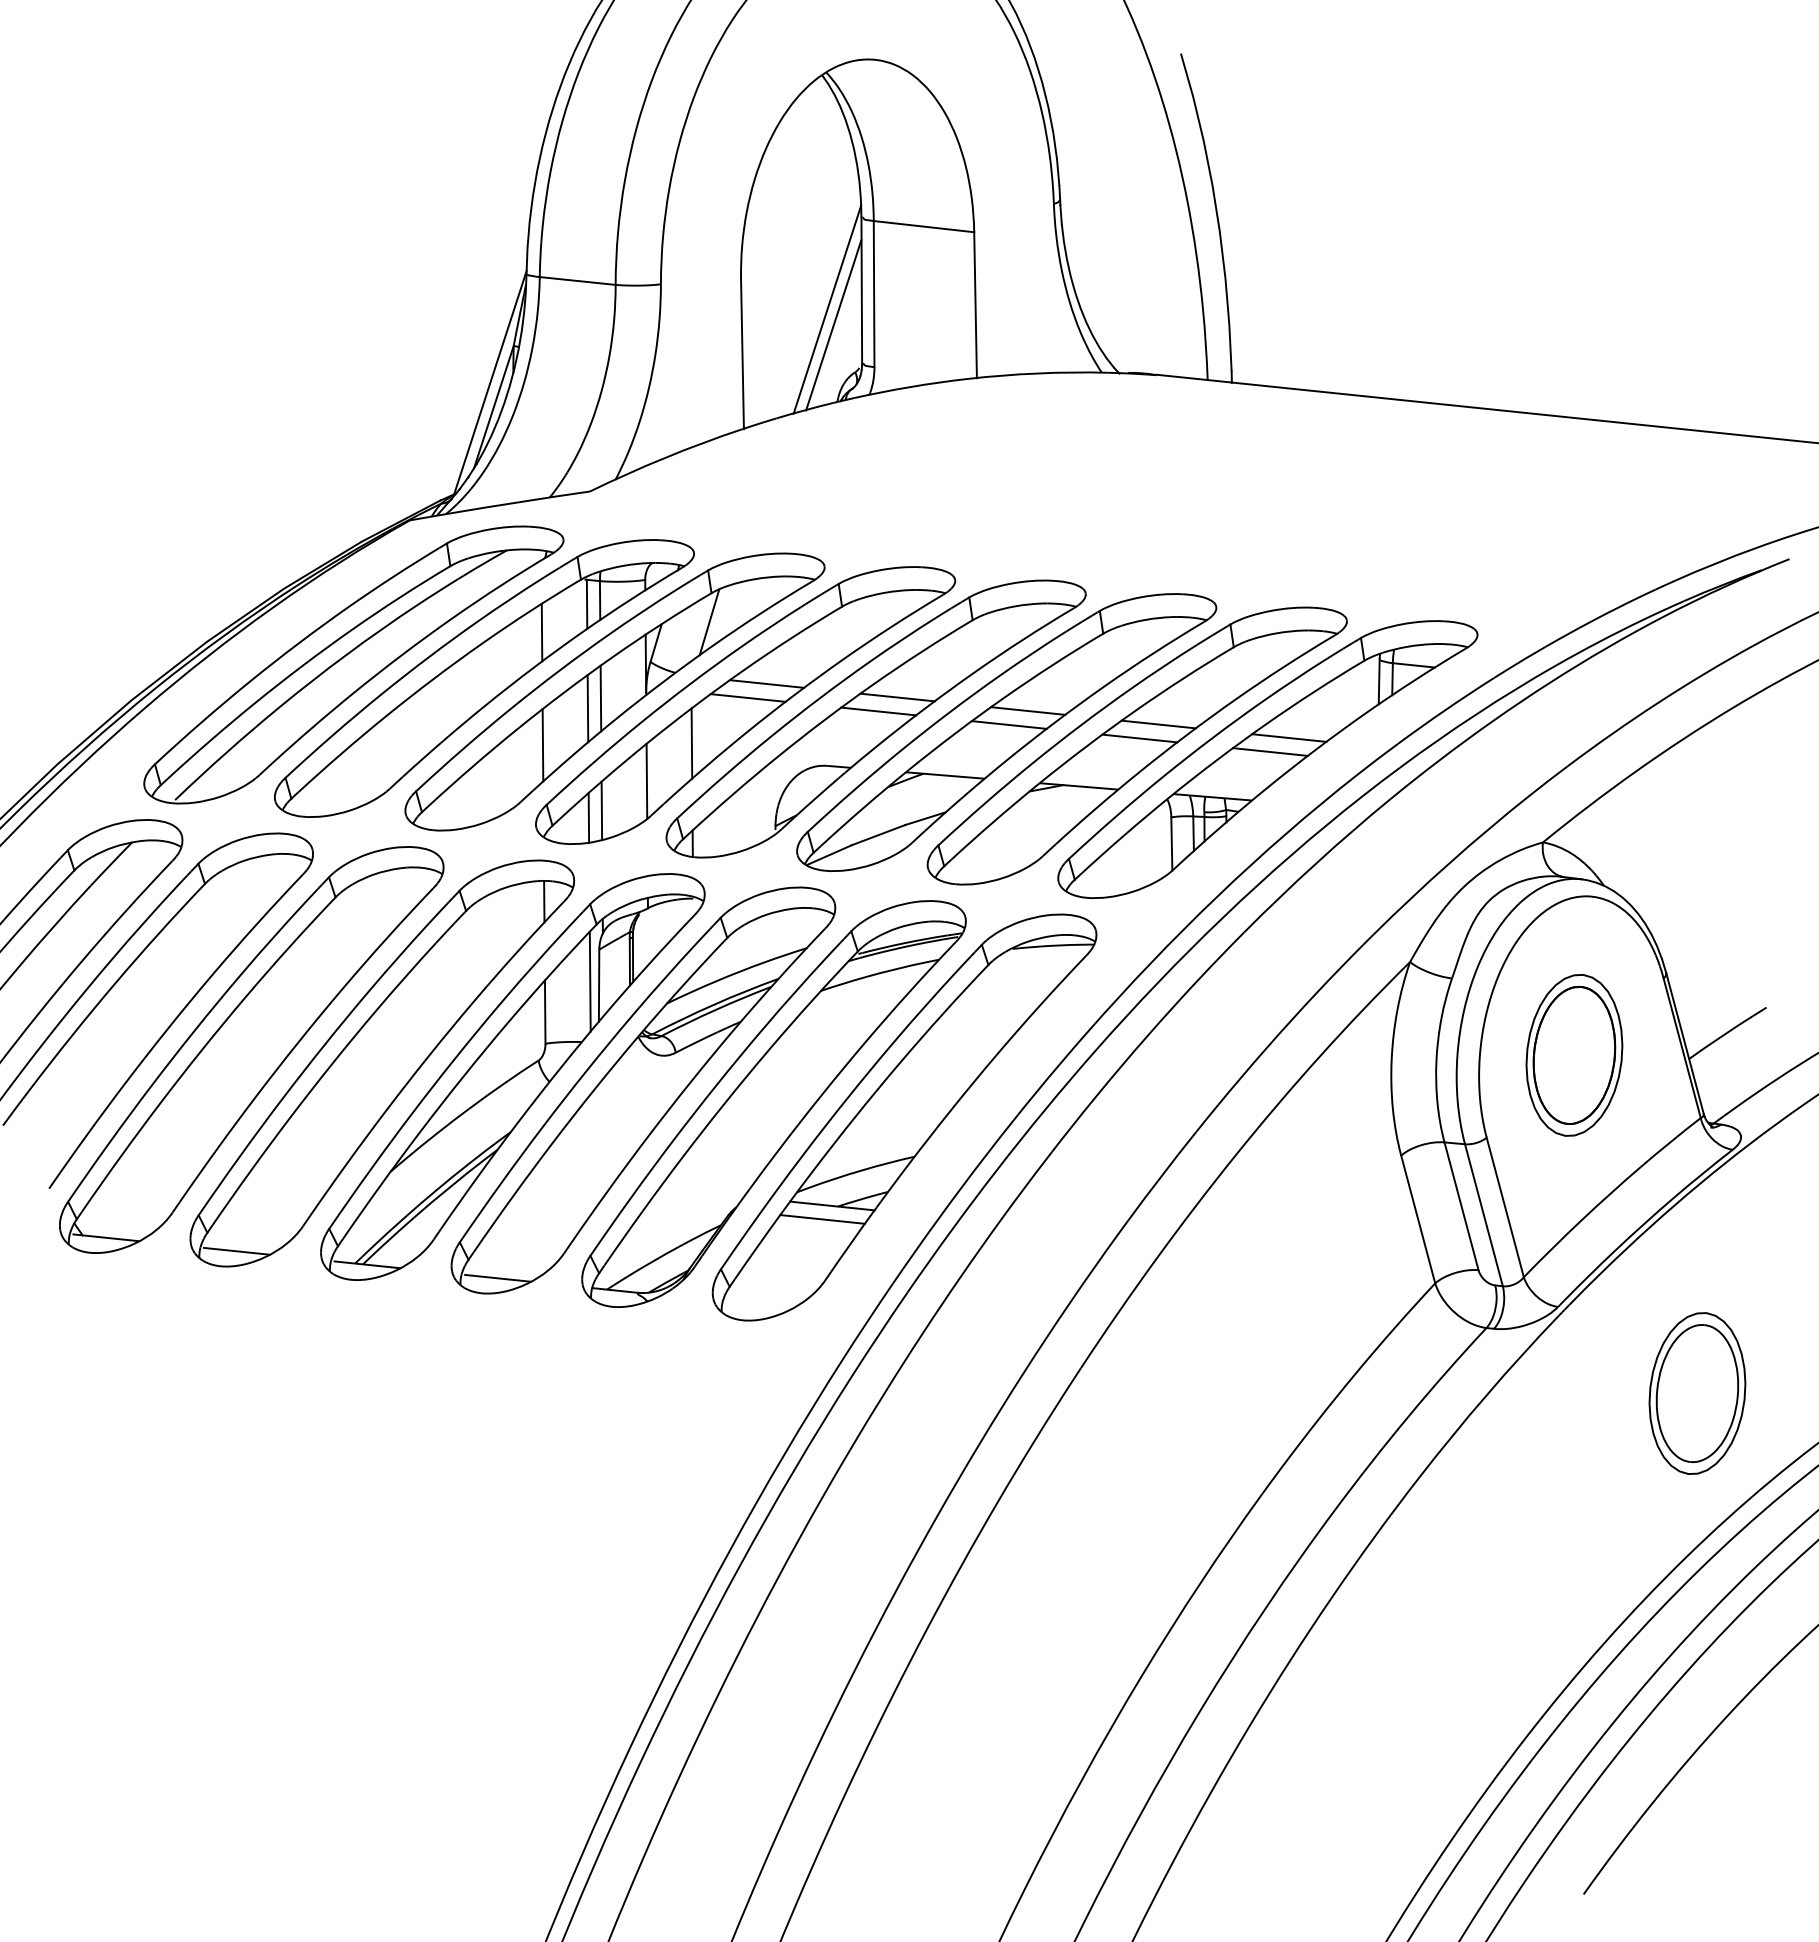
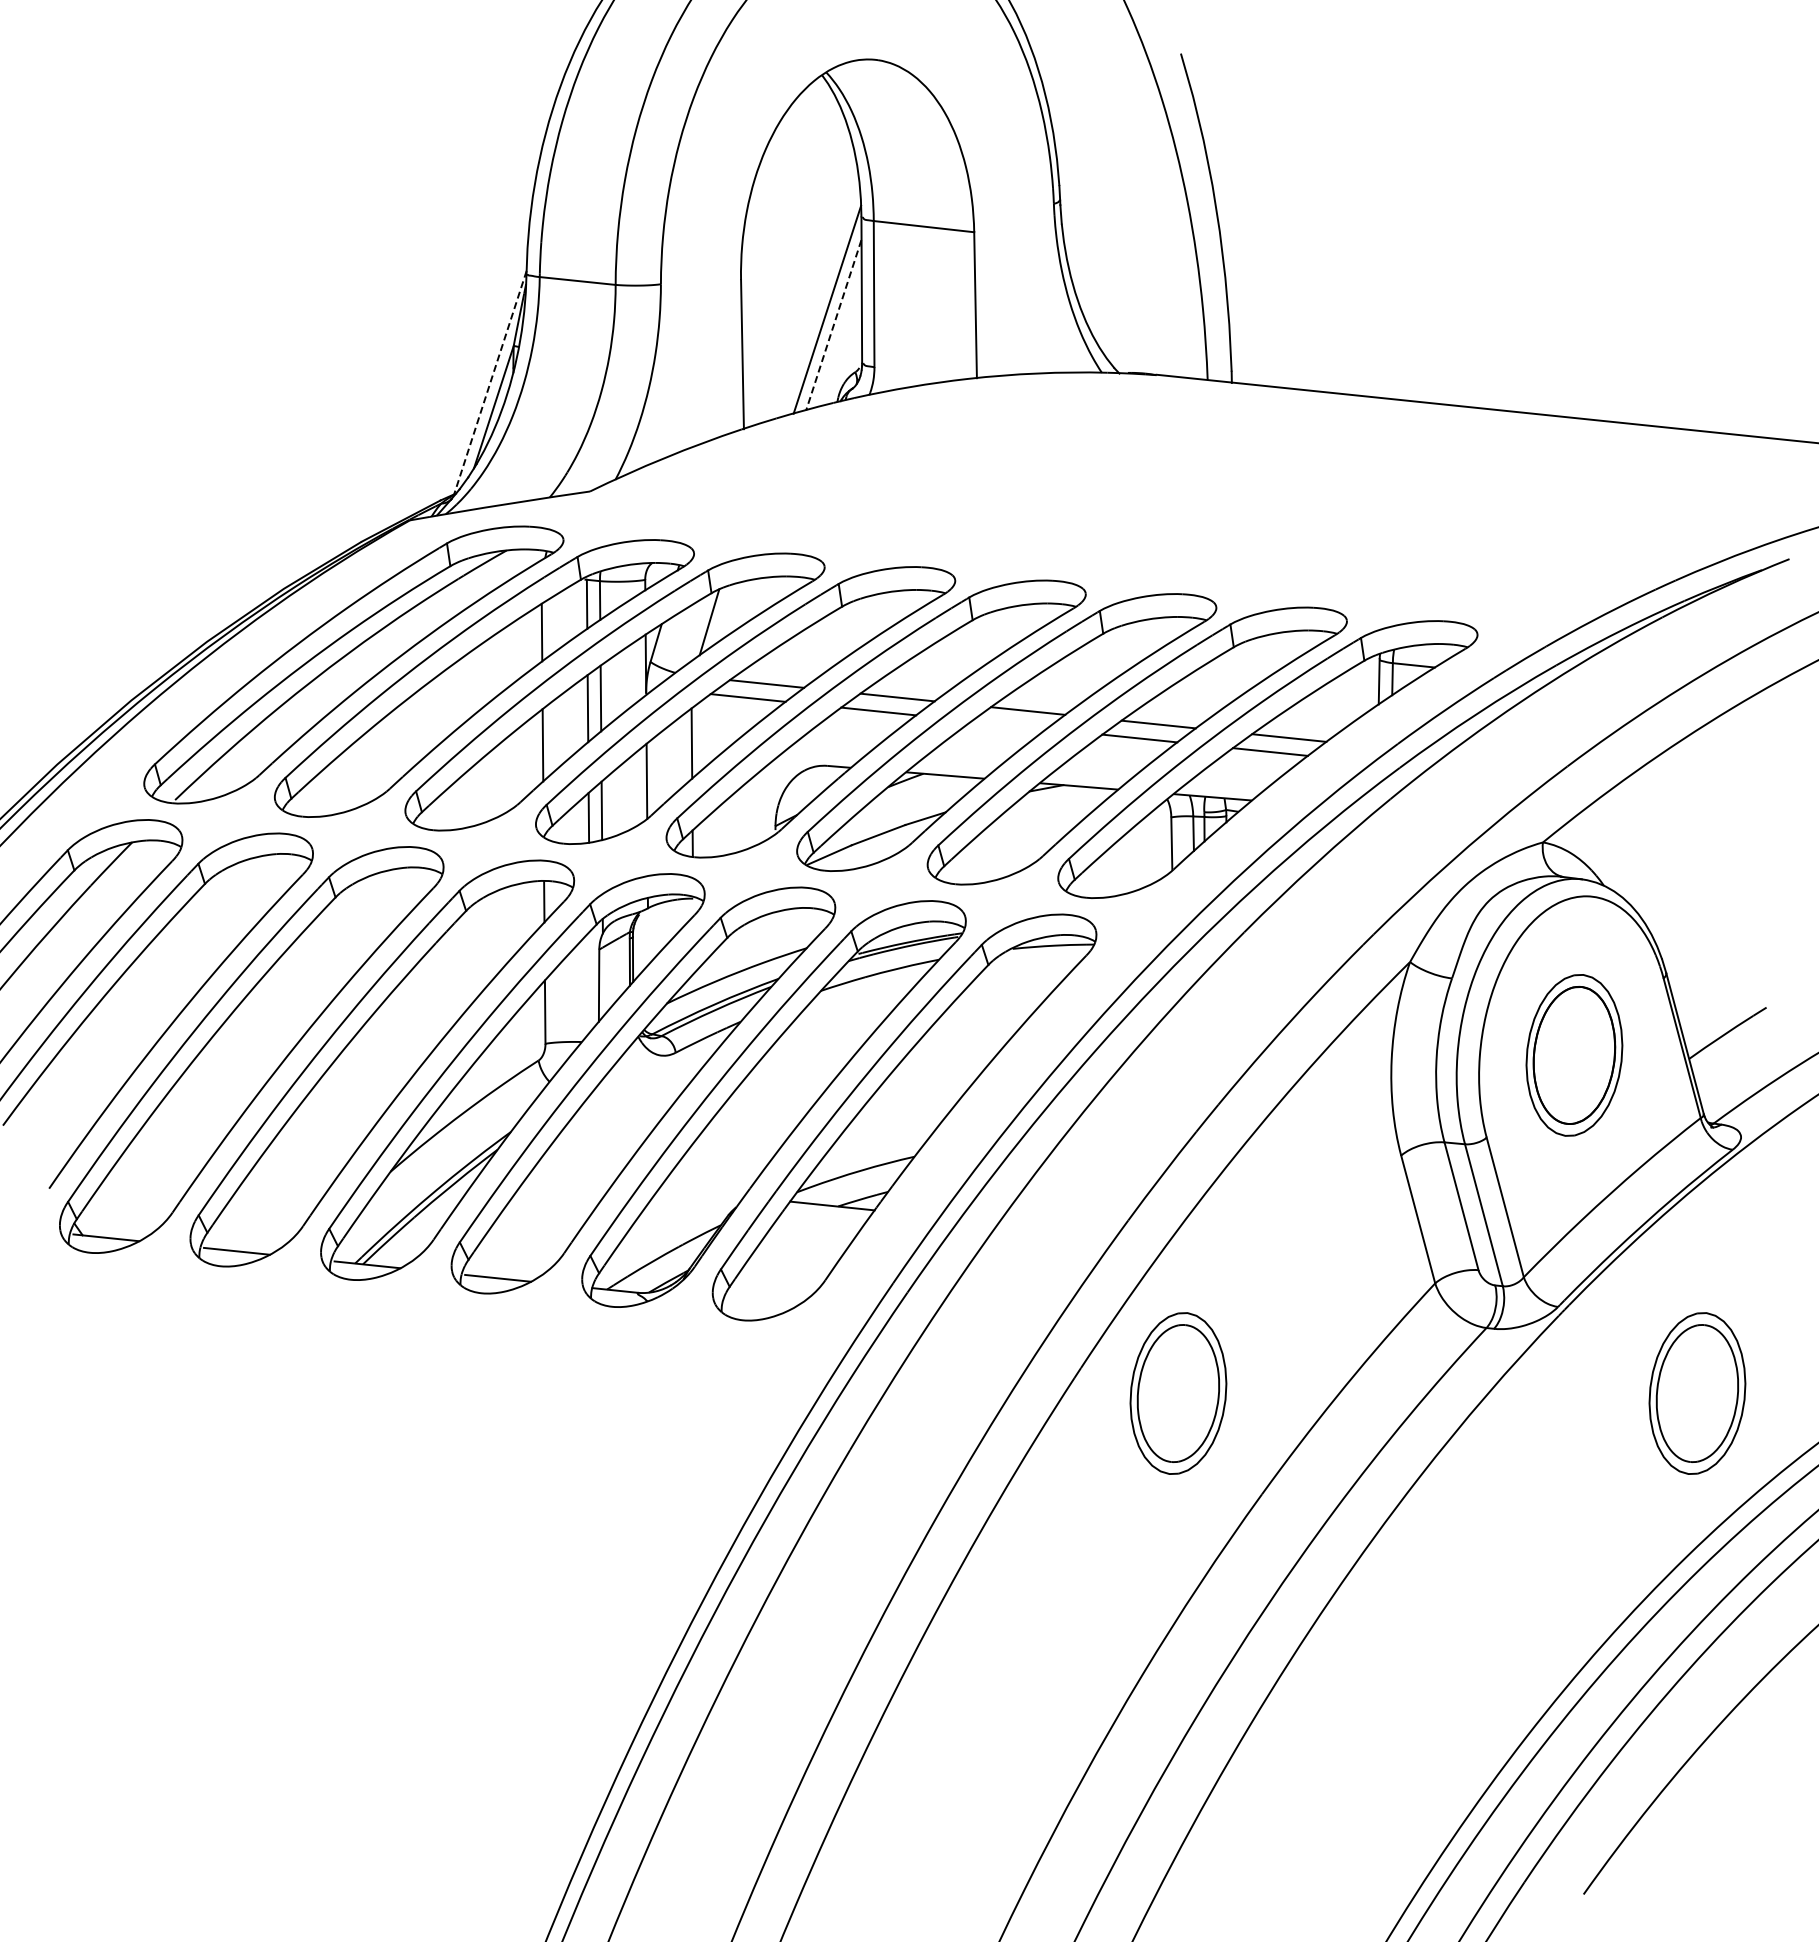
line at (833, 325): solid -> dashed
line at (490, 383): solid -> dashed
line at (1008, 724): present -> none
line at (589, 981): present -> none
line at (822, 1219): present -> none
part at (1178, 1393): none -> present
